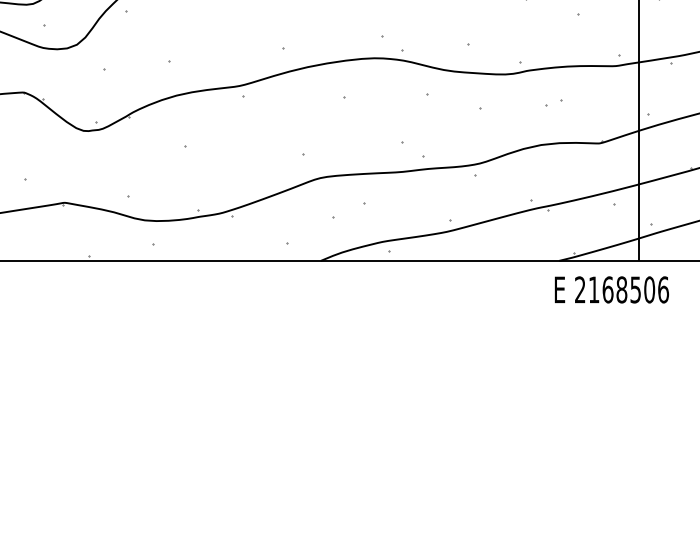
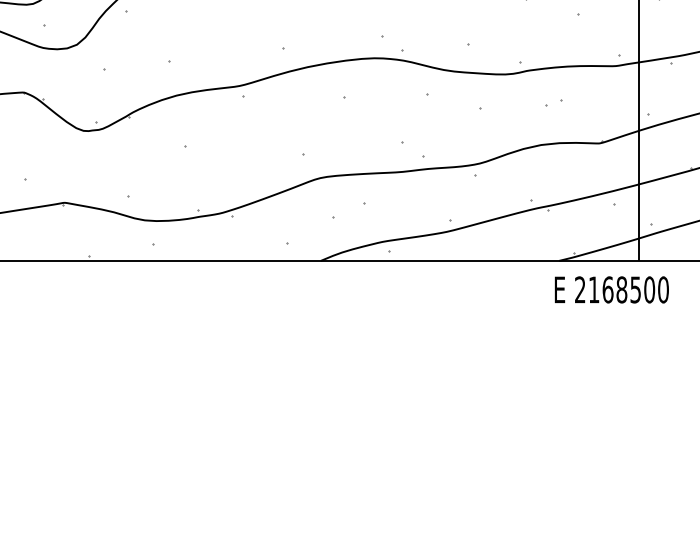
text at (663, 289): 2168506 -> 2168500
